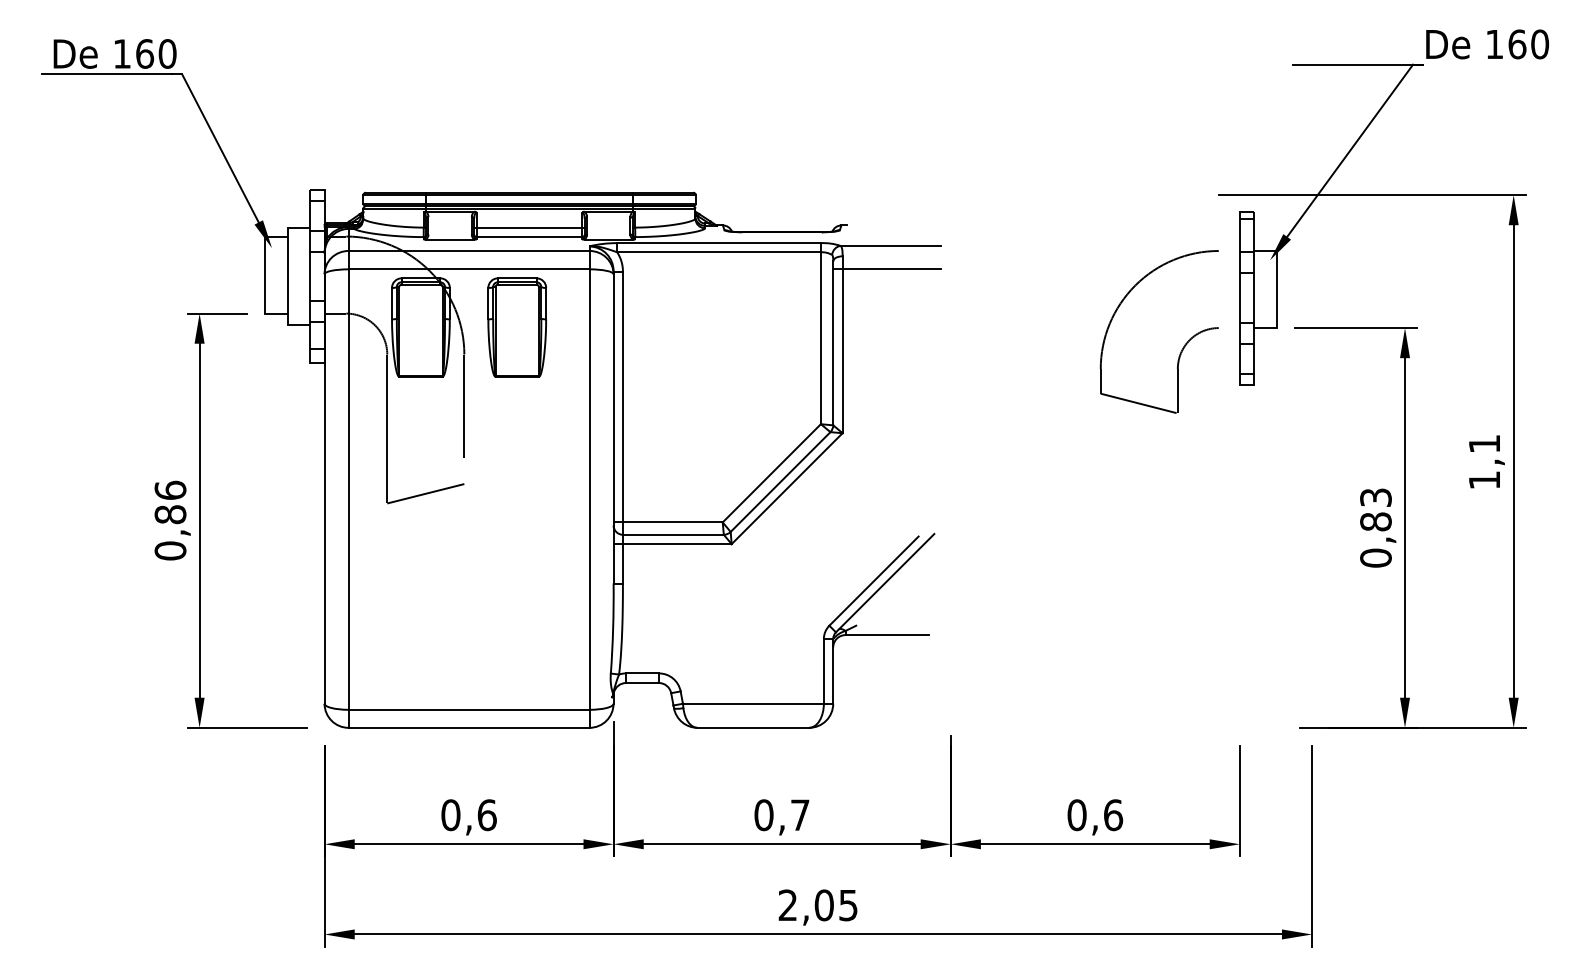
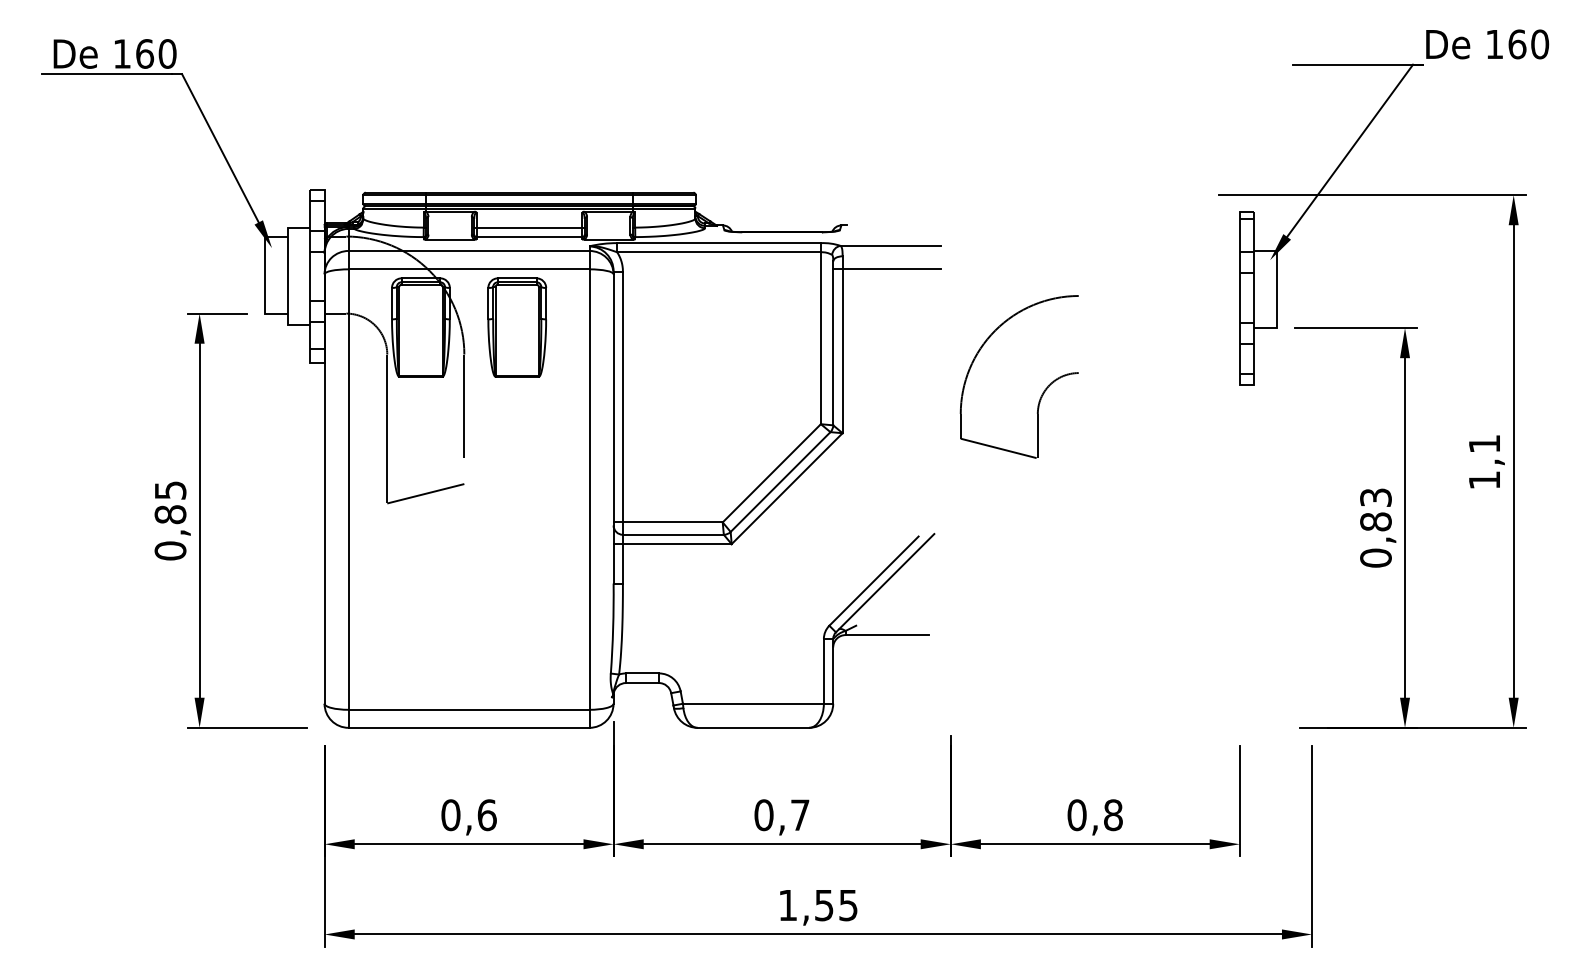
part at (1182, 347) position: (1182, 347) -> (1042, 392)
text at (170, 489): 0,86 -> 0,85
text at (1113, 814): 0,6 -> 0,8
text at (805, 905): 2,05 -> 1,55
